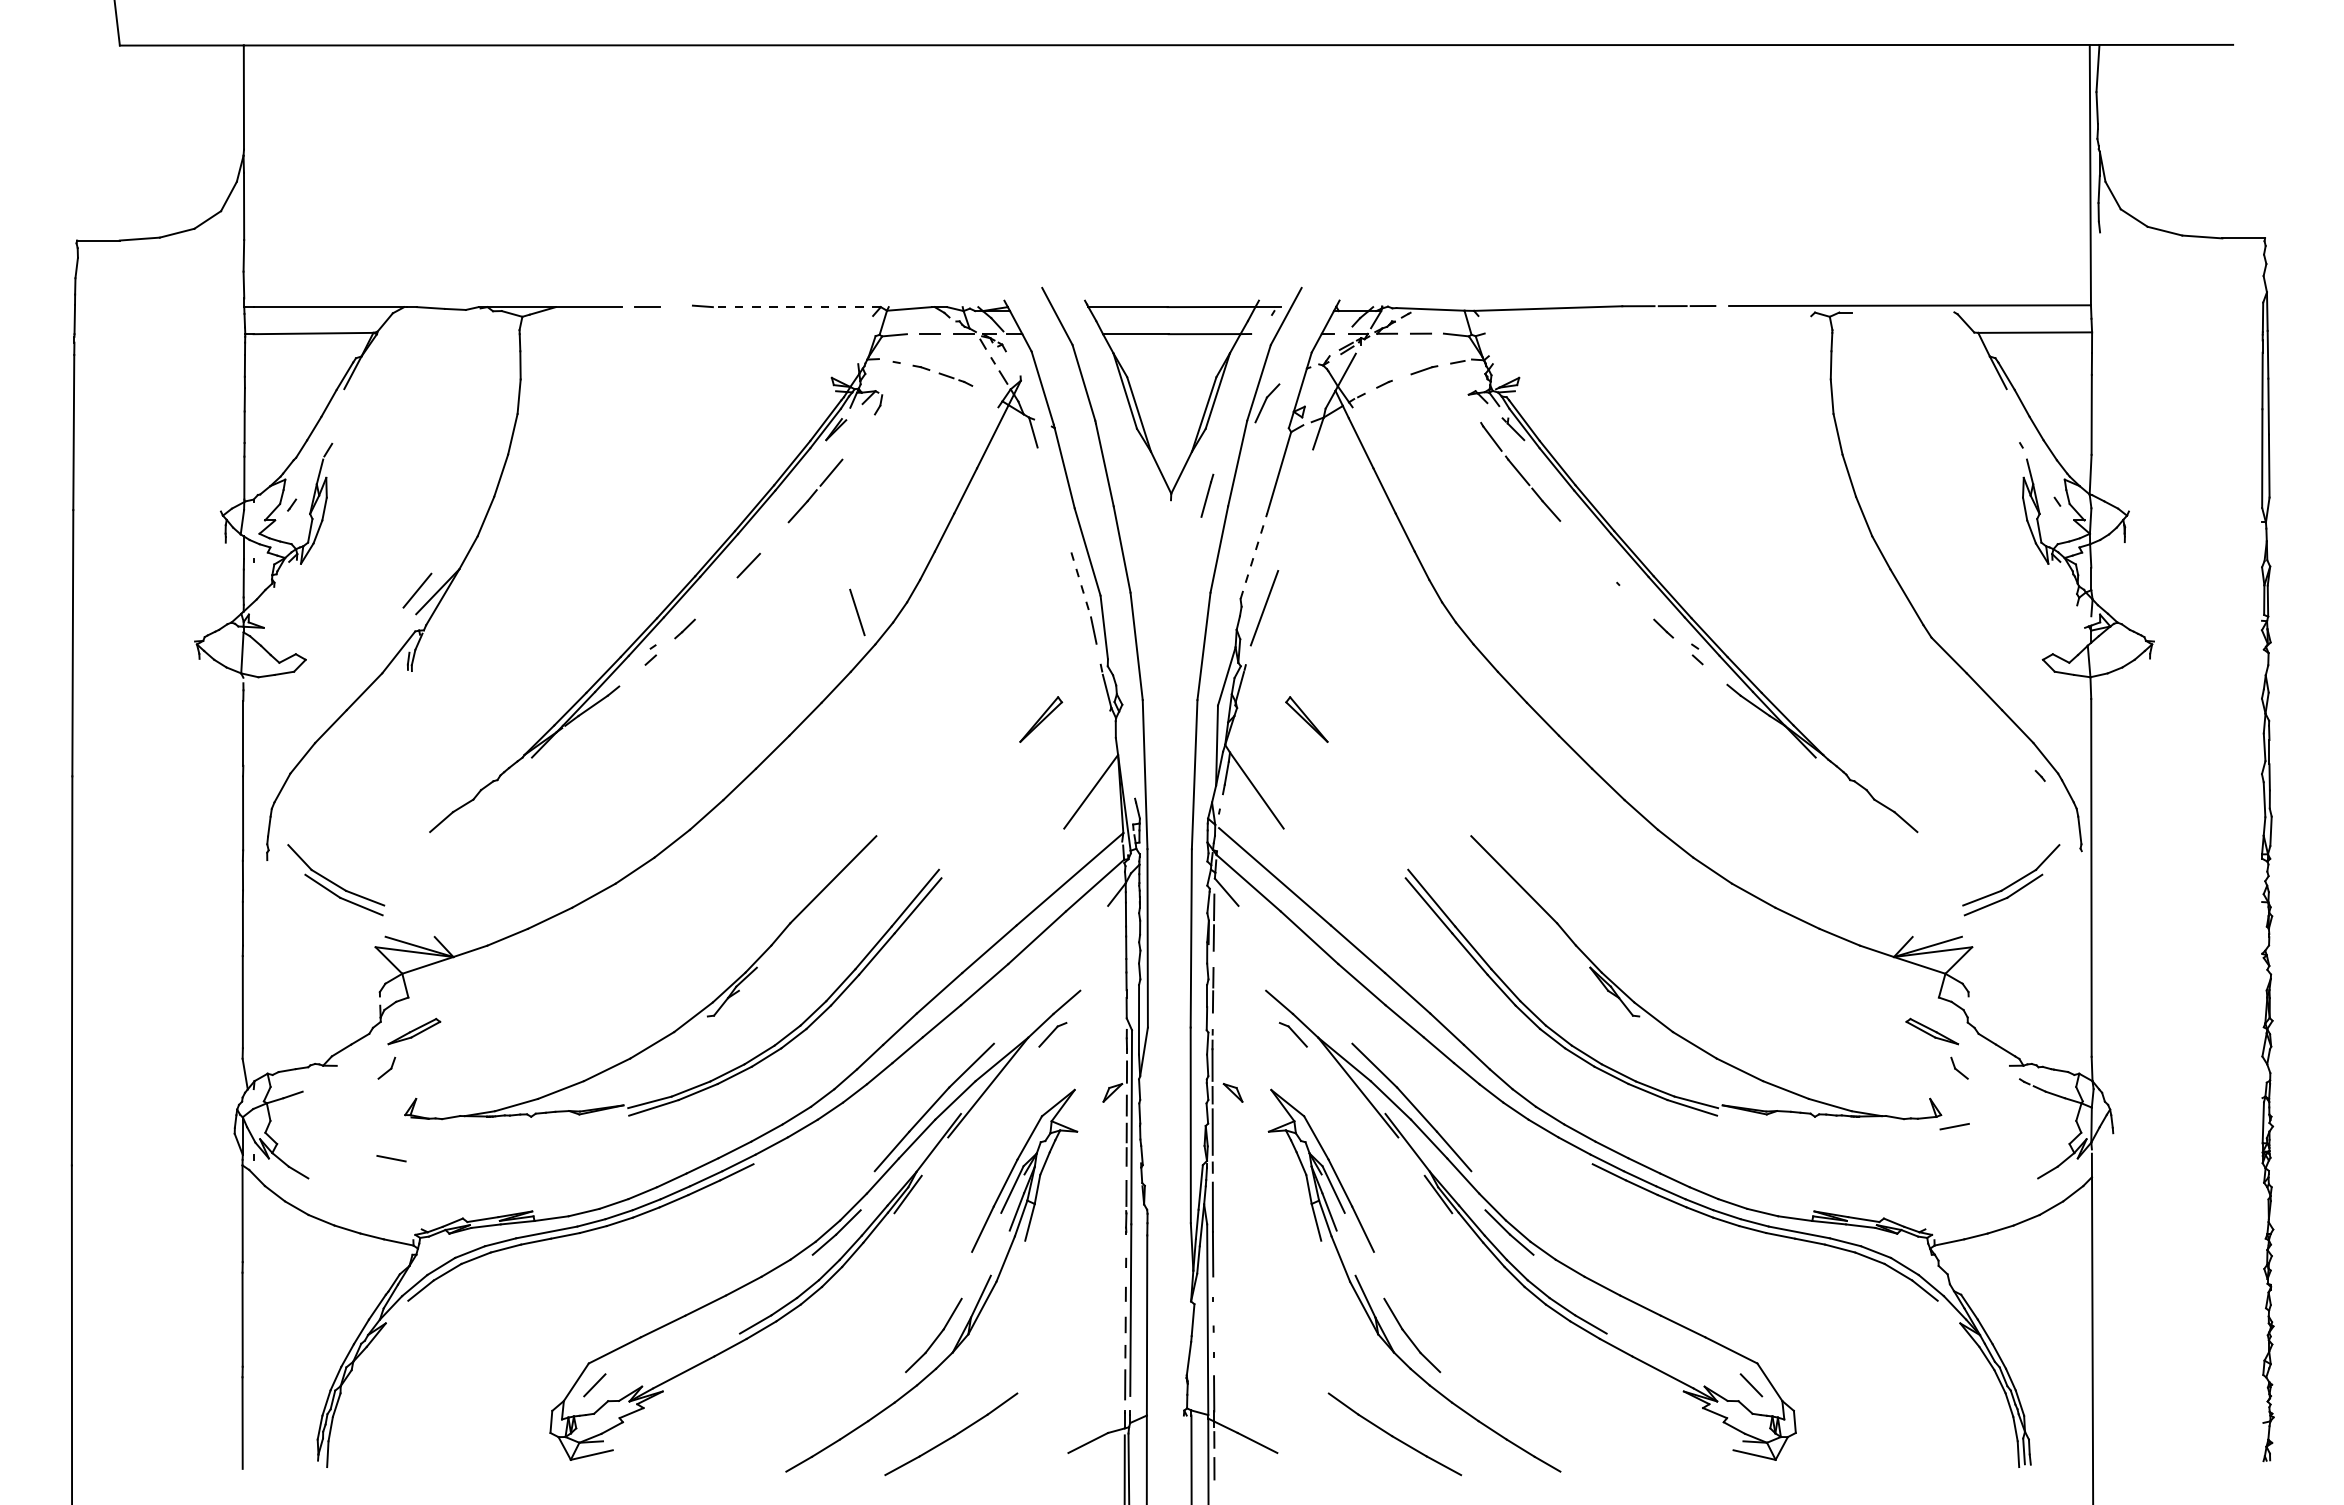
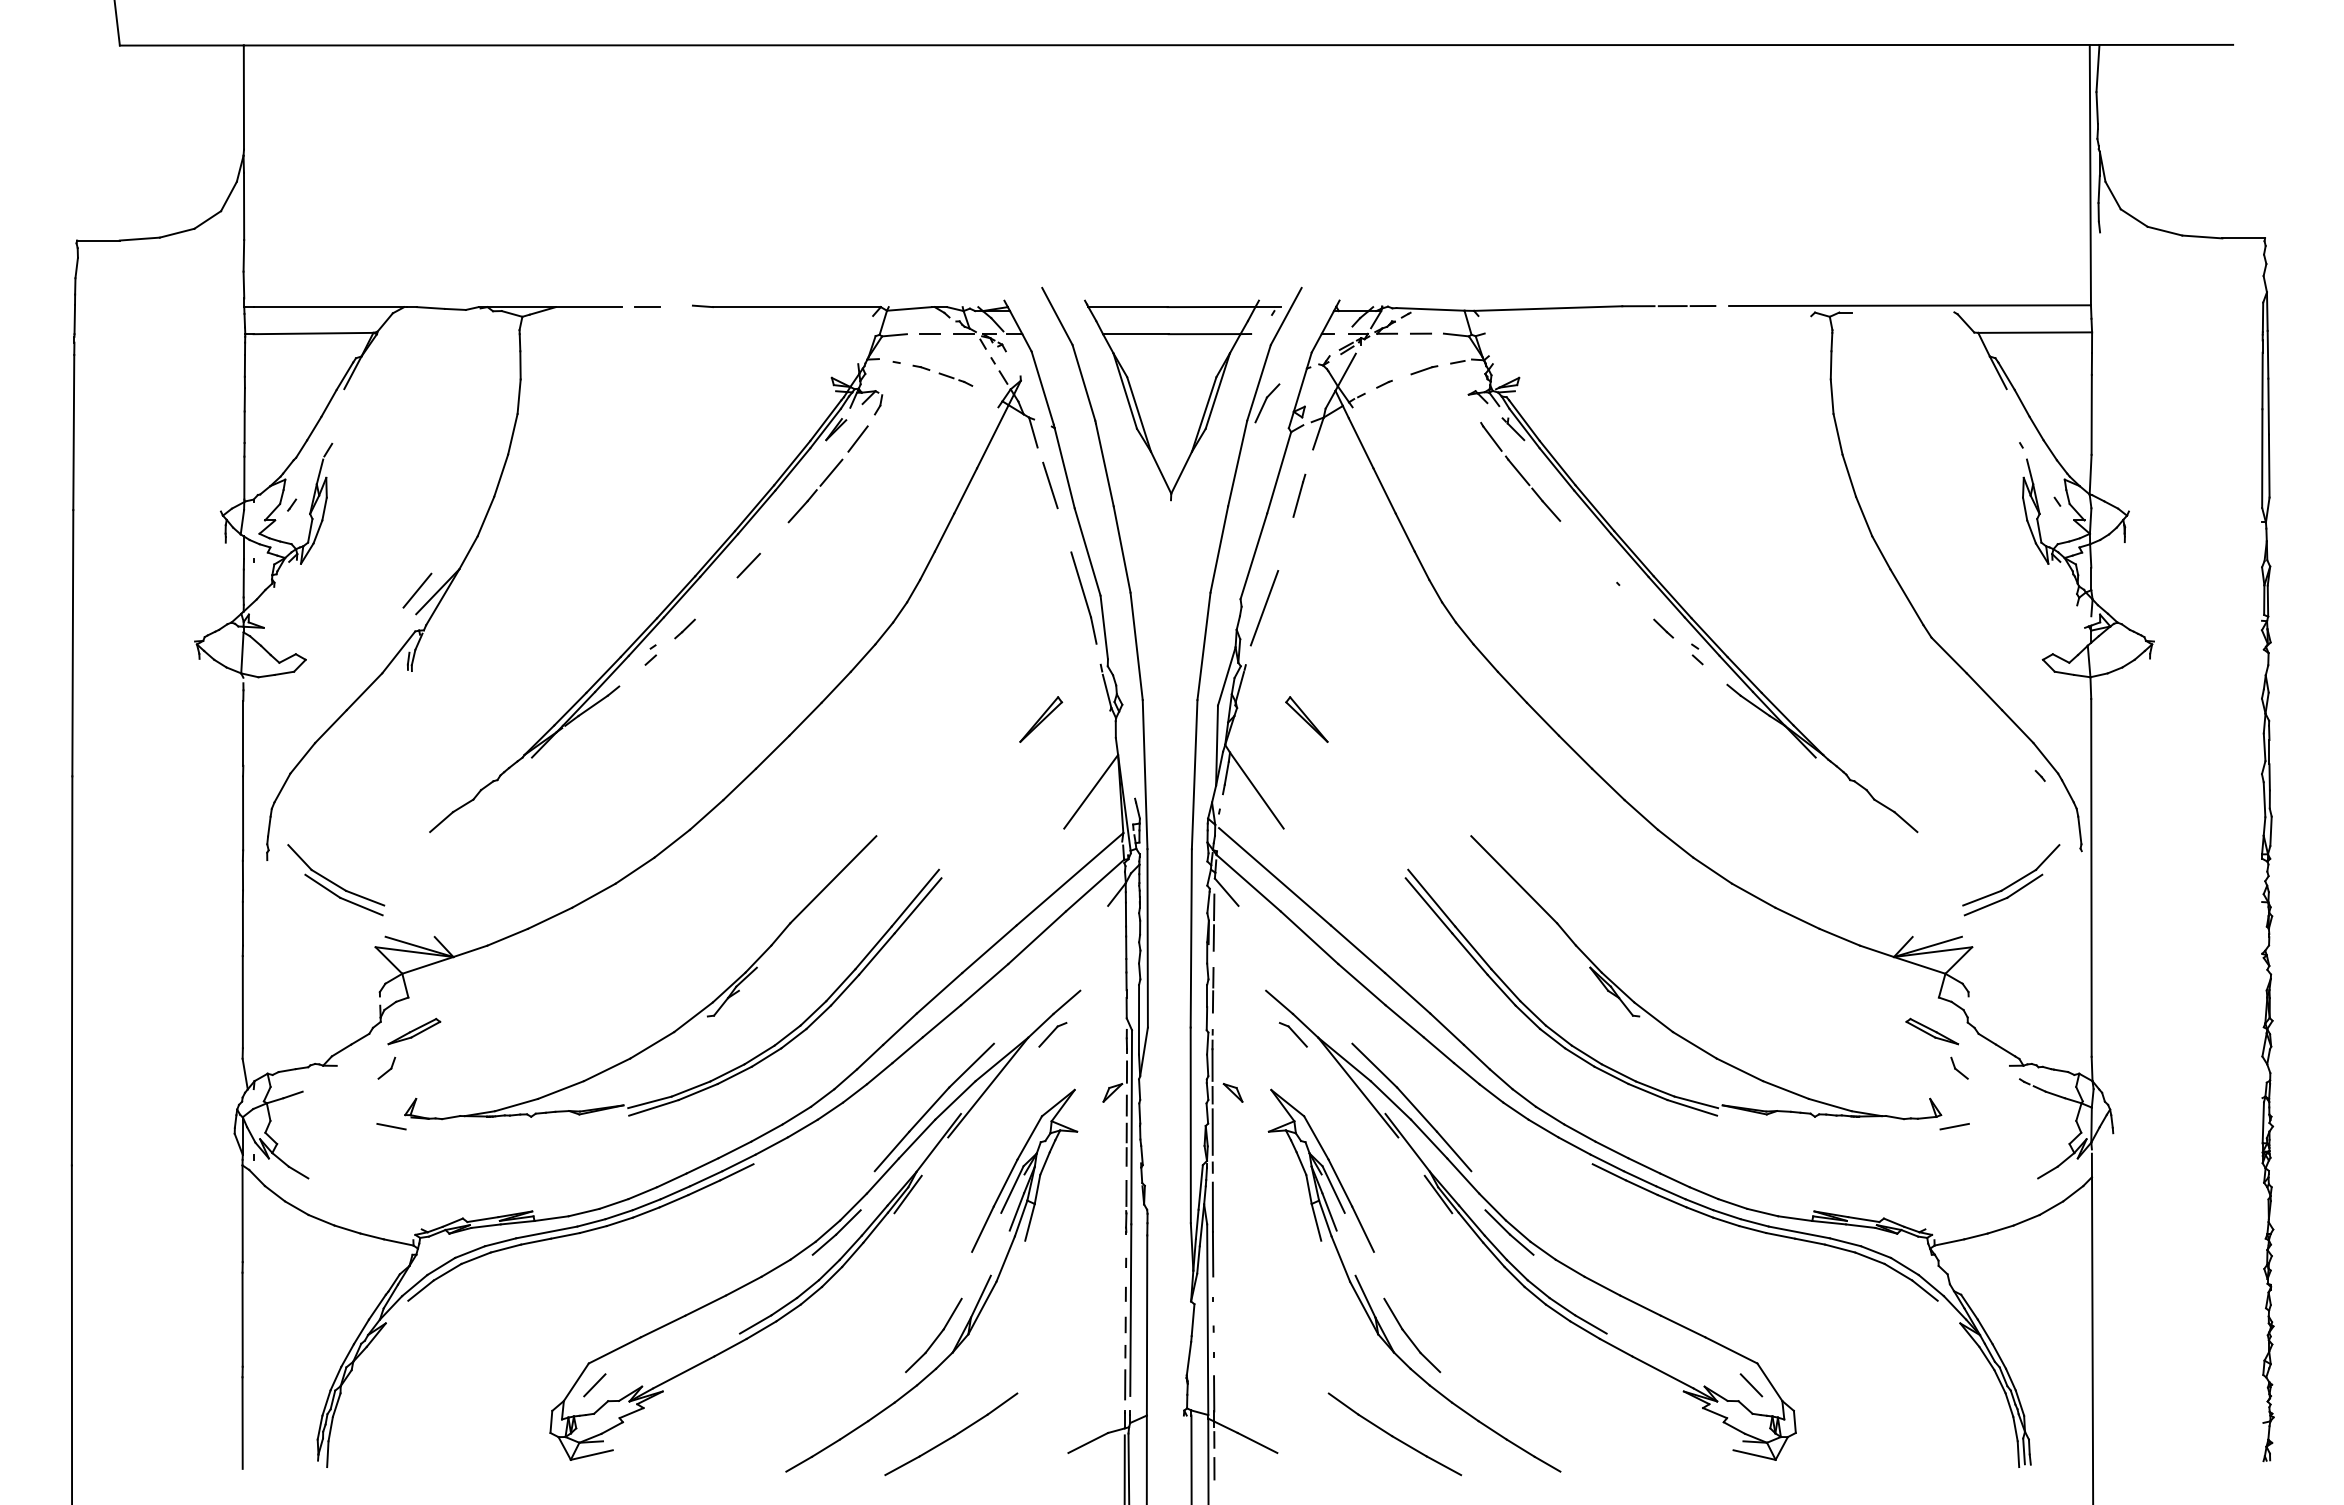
line at (796, 307): dashed -> solid
line at (857, 438): none -> present
line at (1207, 495) position: (1207, 495) -> (1299, 495)
line at (1253, 556): dashed -> solid
line at (1081, 584): dashed -> solid
line at (857, 612) position: (857, 612) -> (1050, 485)
line at (391, 1158) position: (391, 1158) -> (391, 1126)
